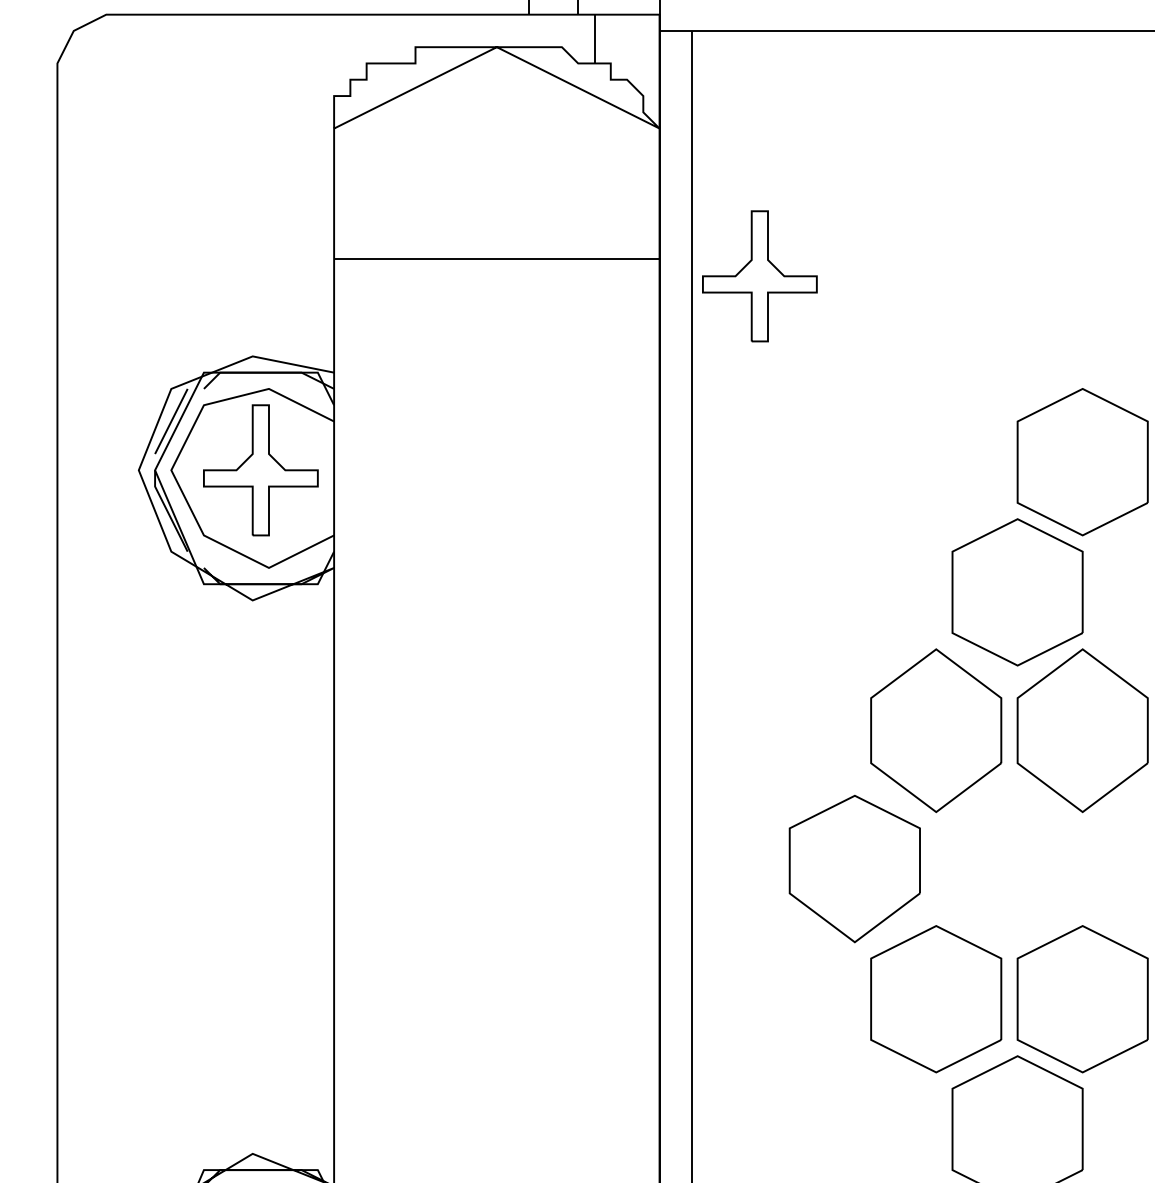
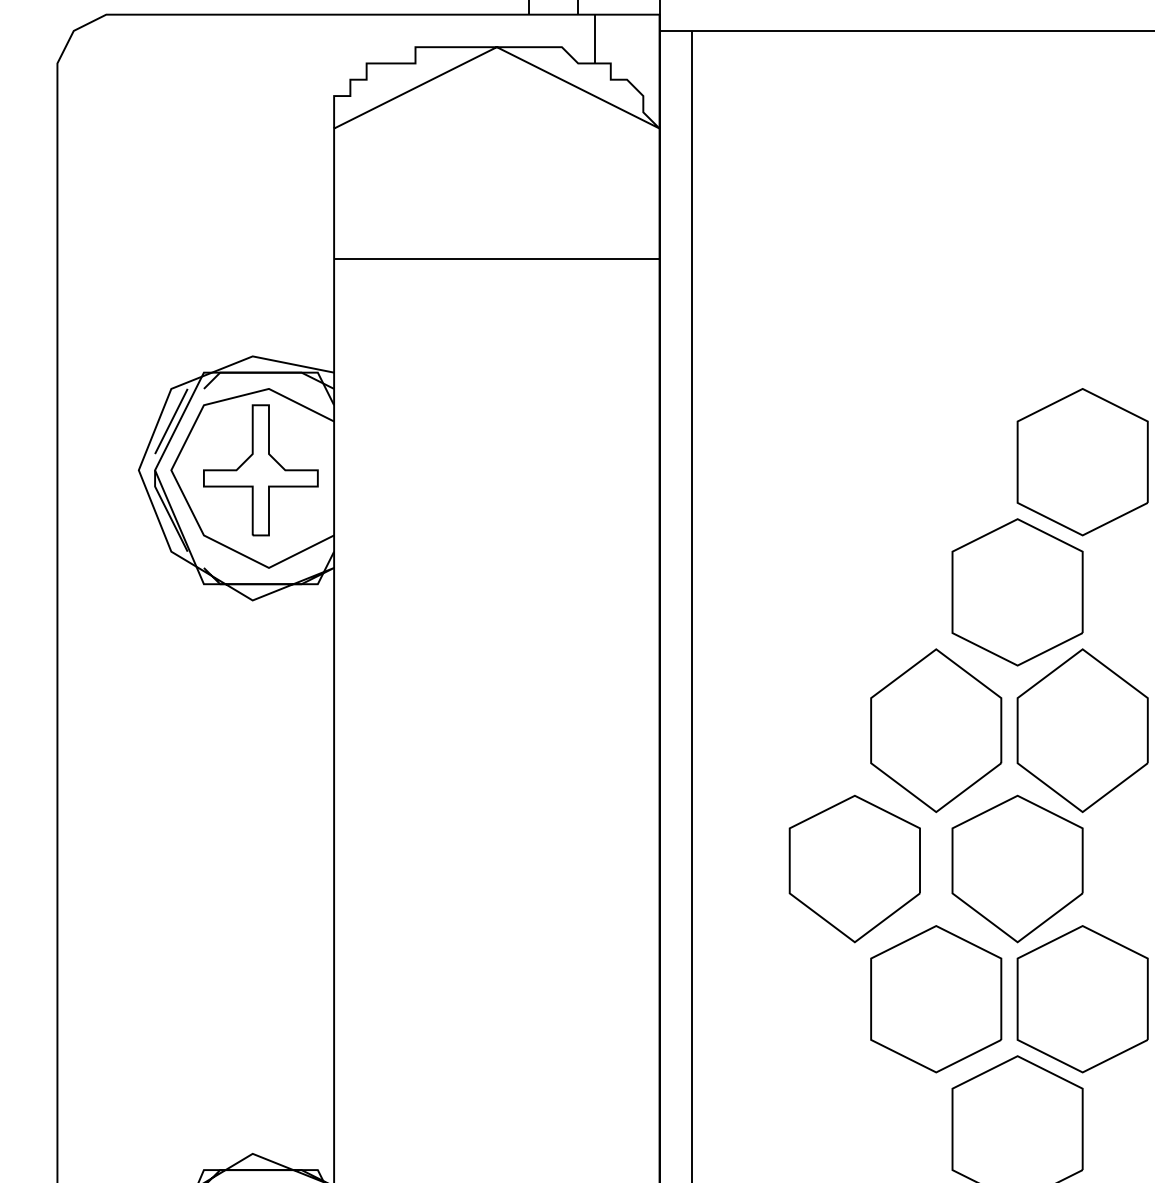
part at (759, 276): present -> none
part at (1017, 868): none -> present
